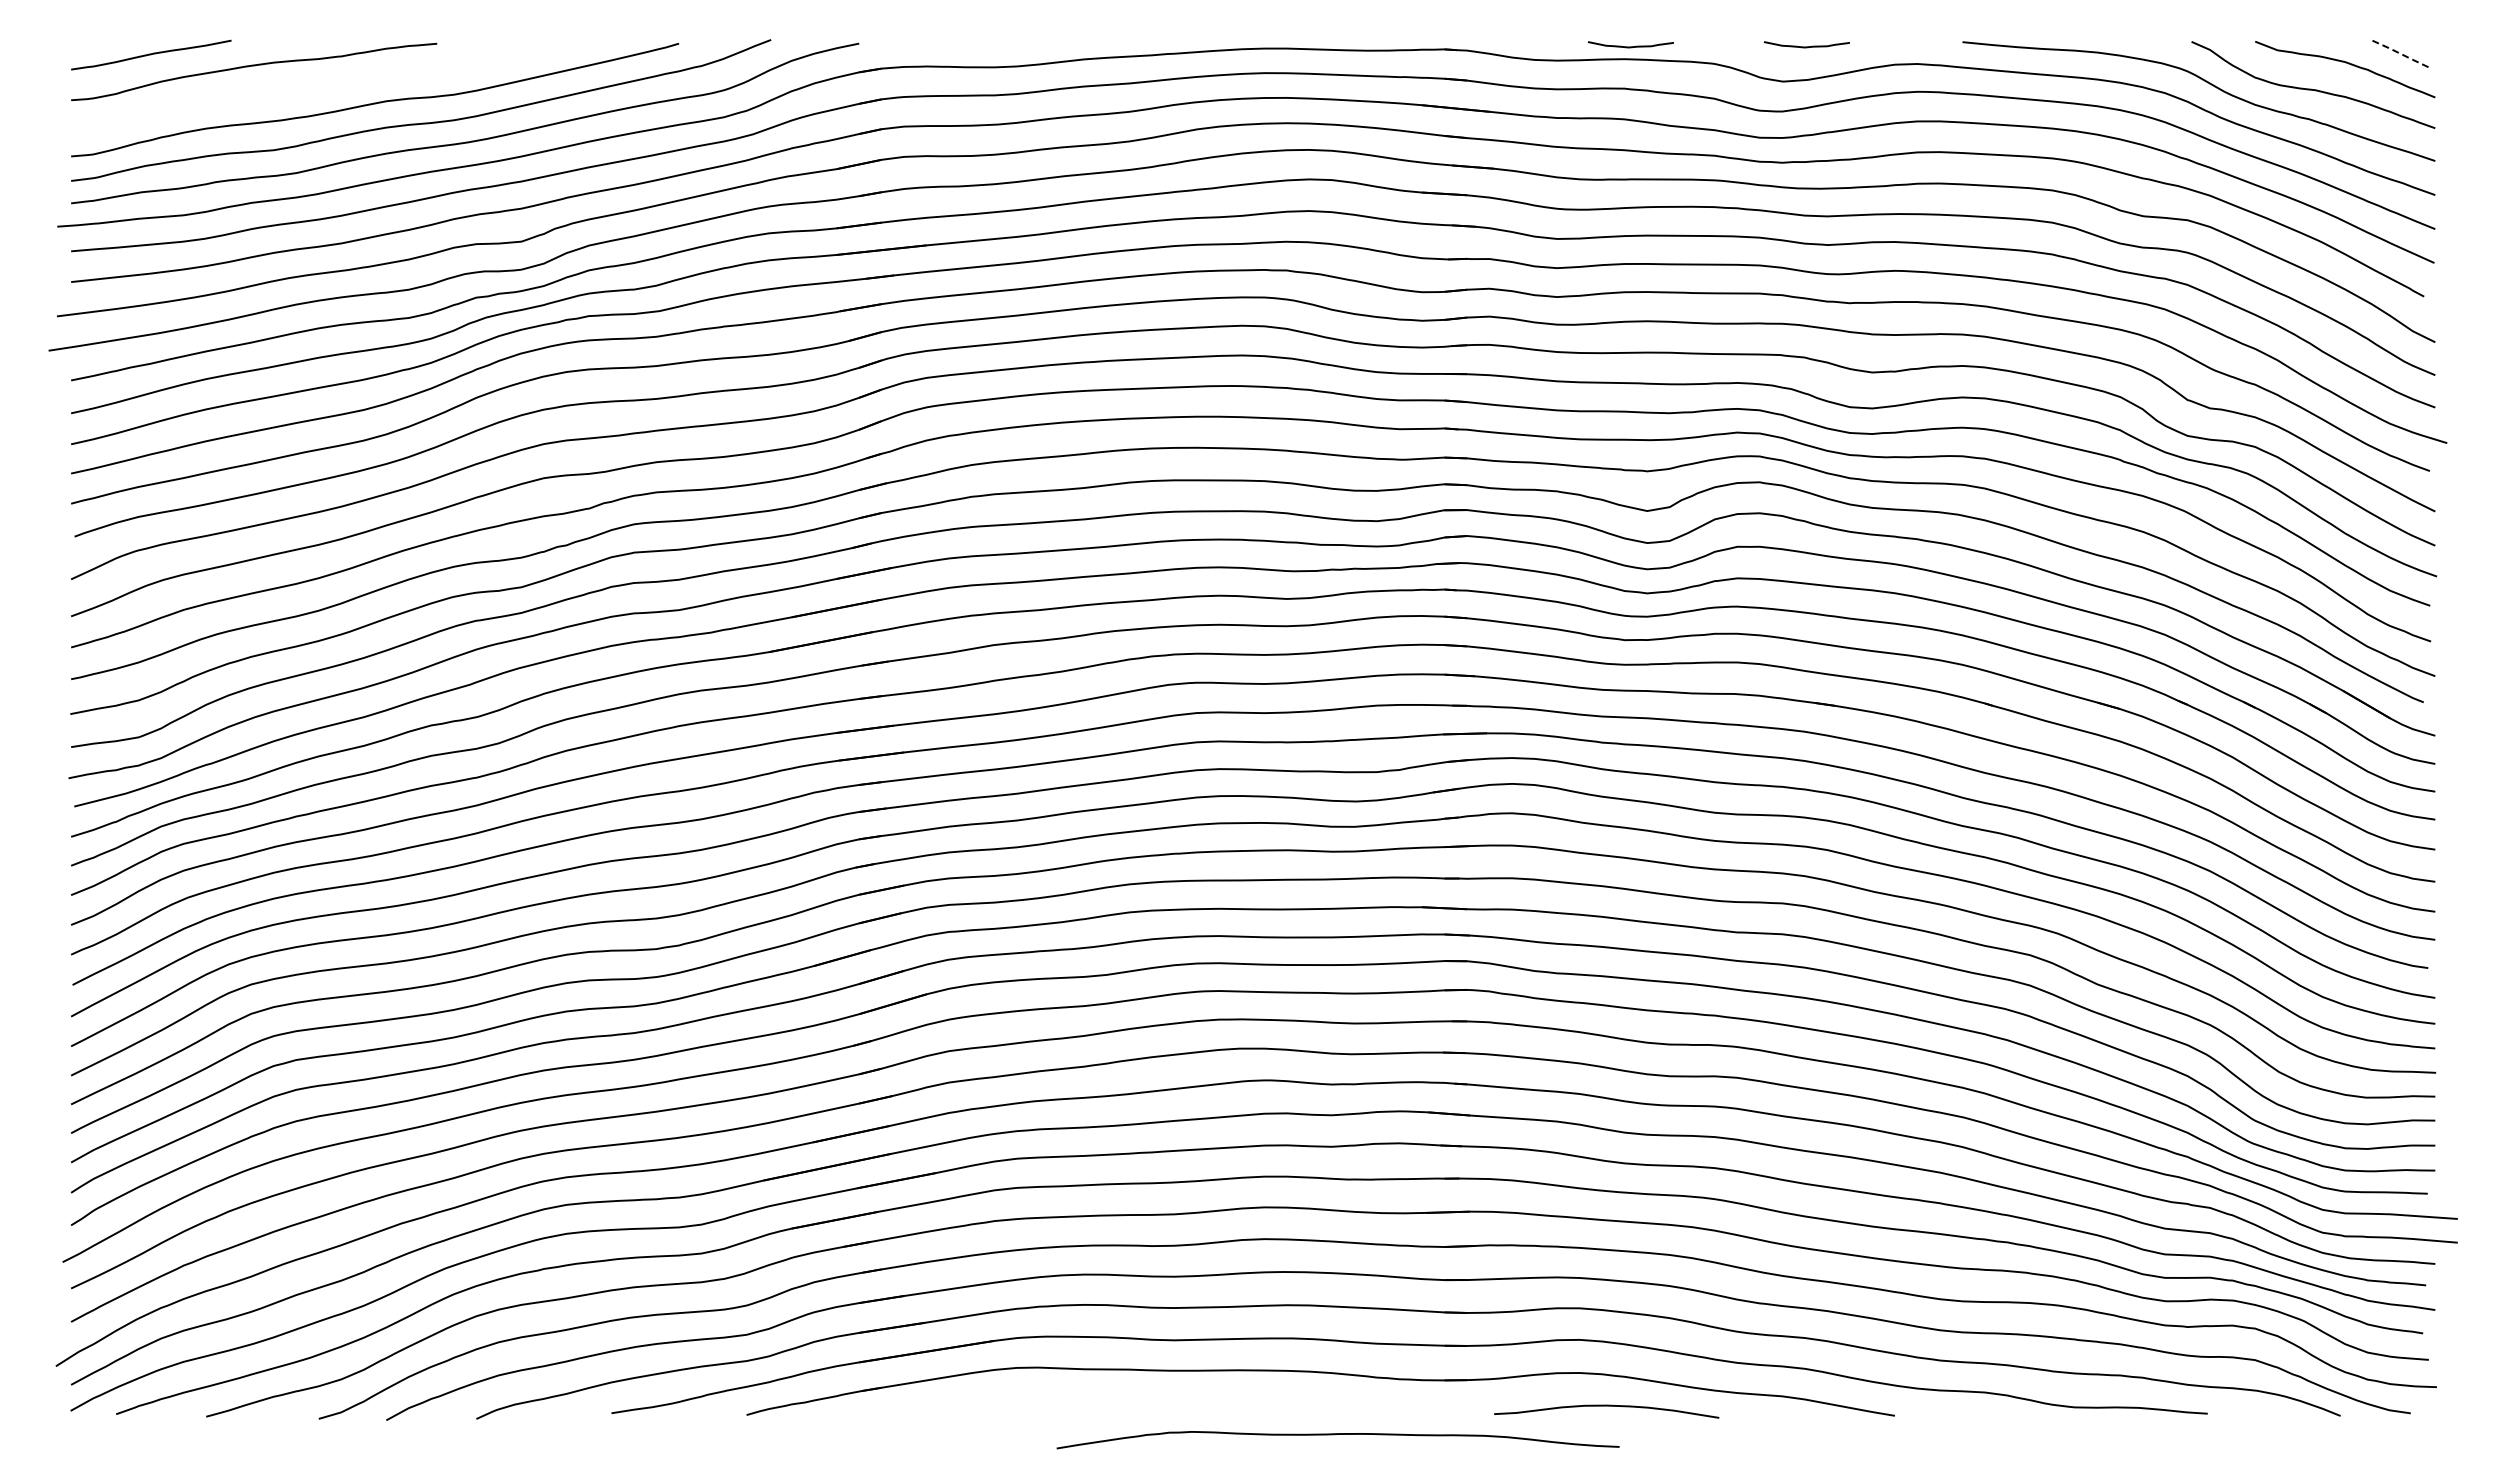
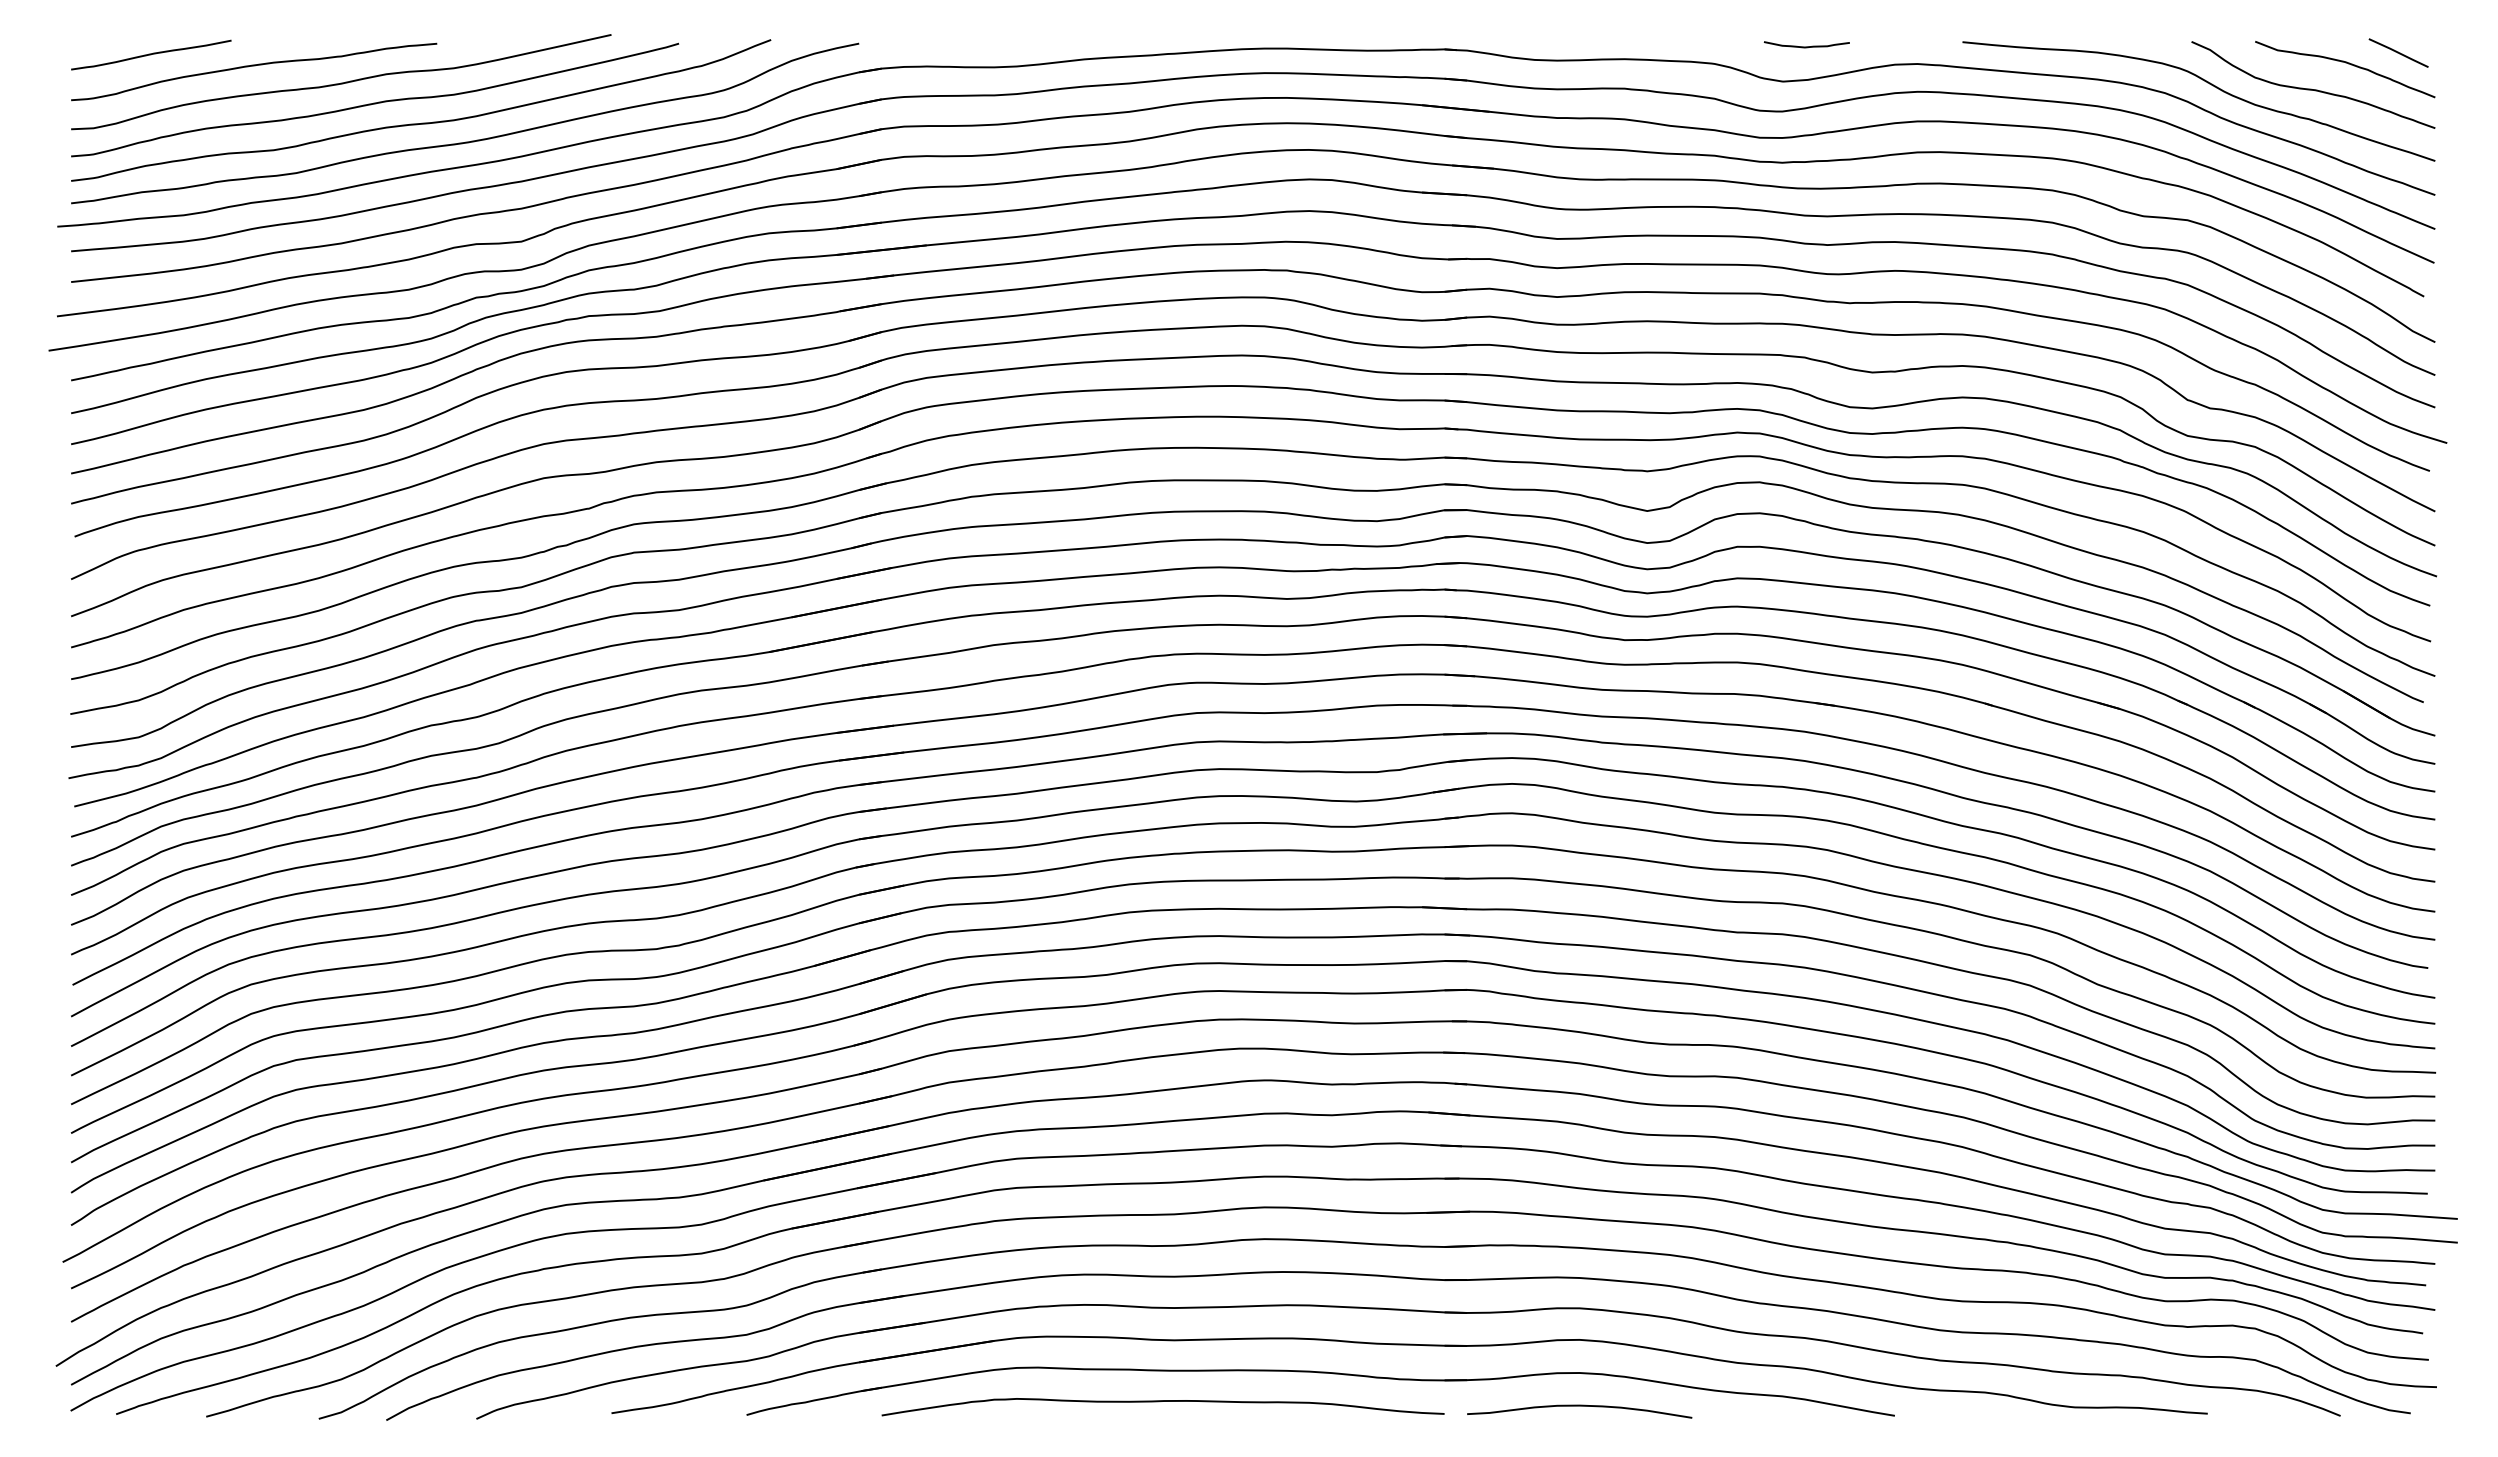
curve at (1630, 46): present -> none
line at (2398, 53): dashed -> solid
curve at (341, 82): none -> present
curve at (1606, 1406) position: (1606, 1406) -> (1579, 1406)
curve at (1334, 1435) position: (1334, 1435) -> (1159, 1402)
